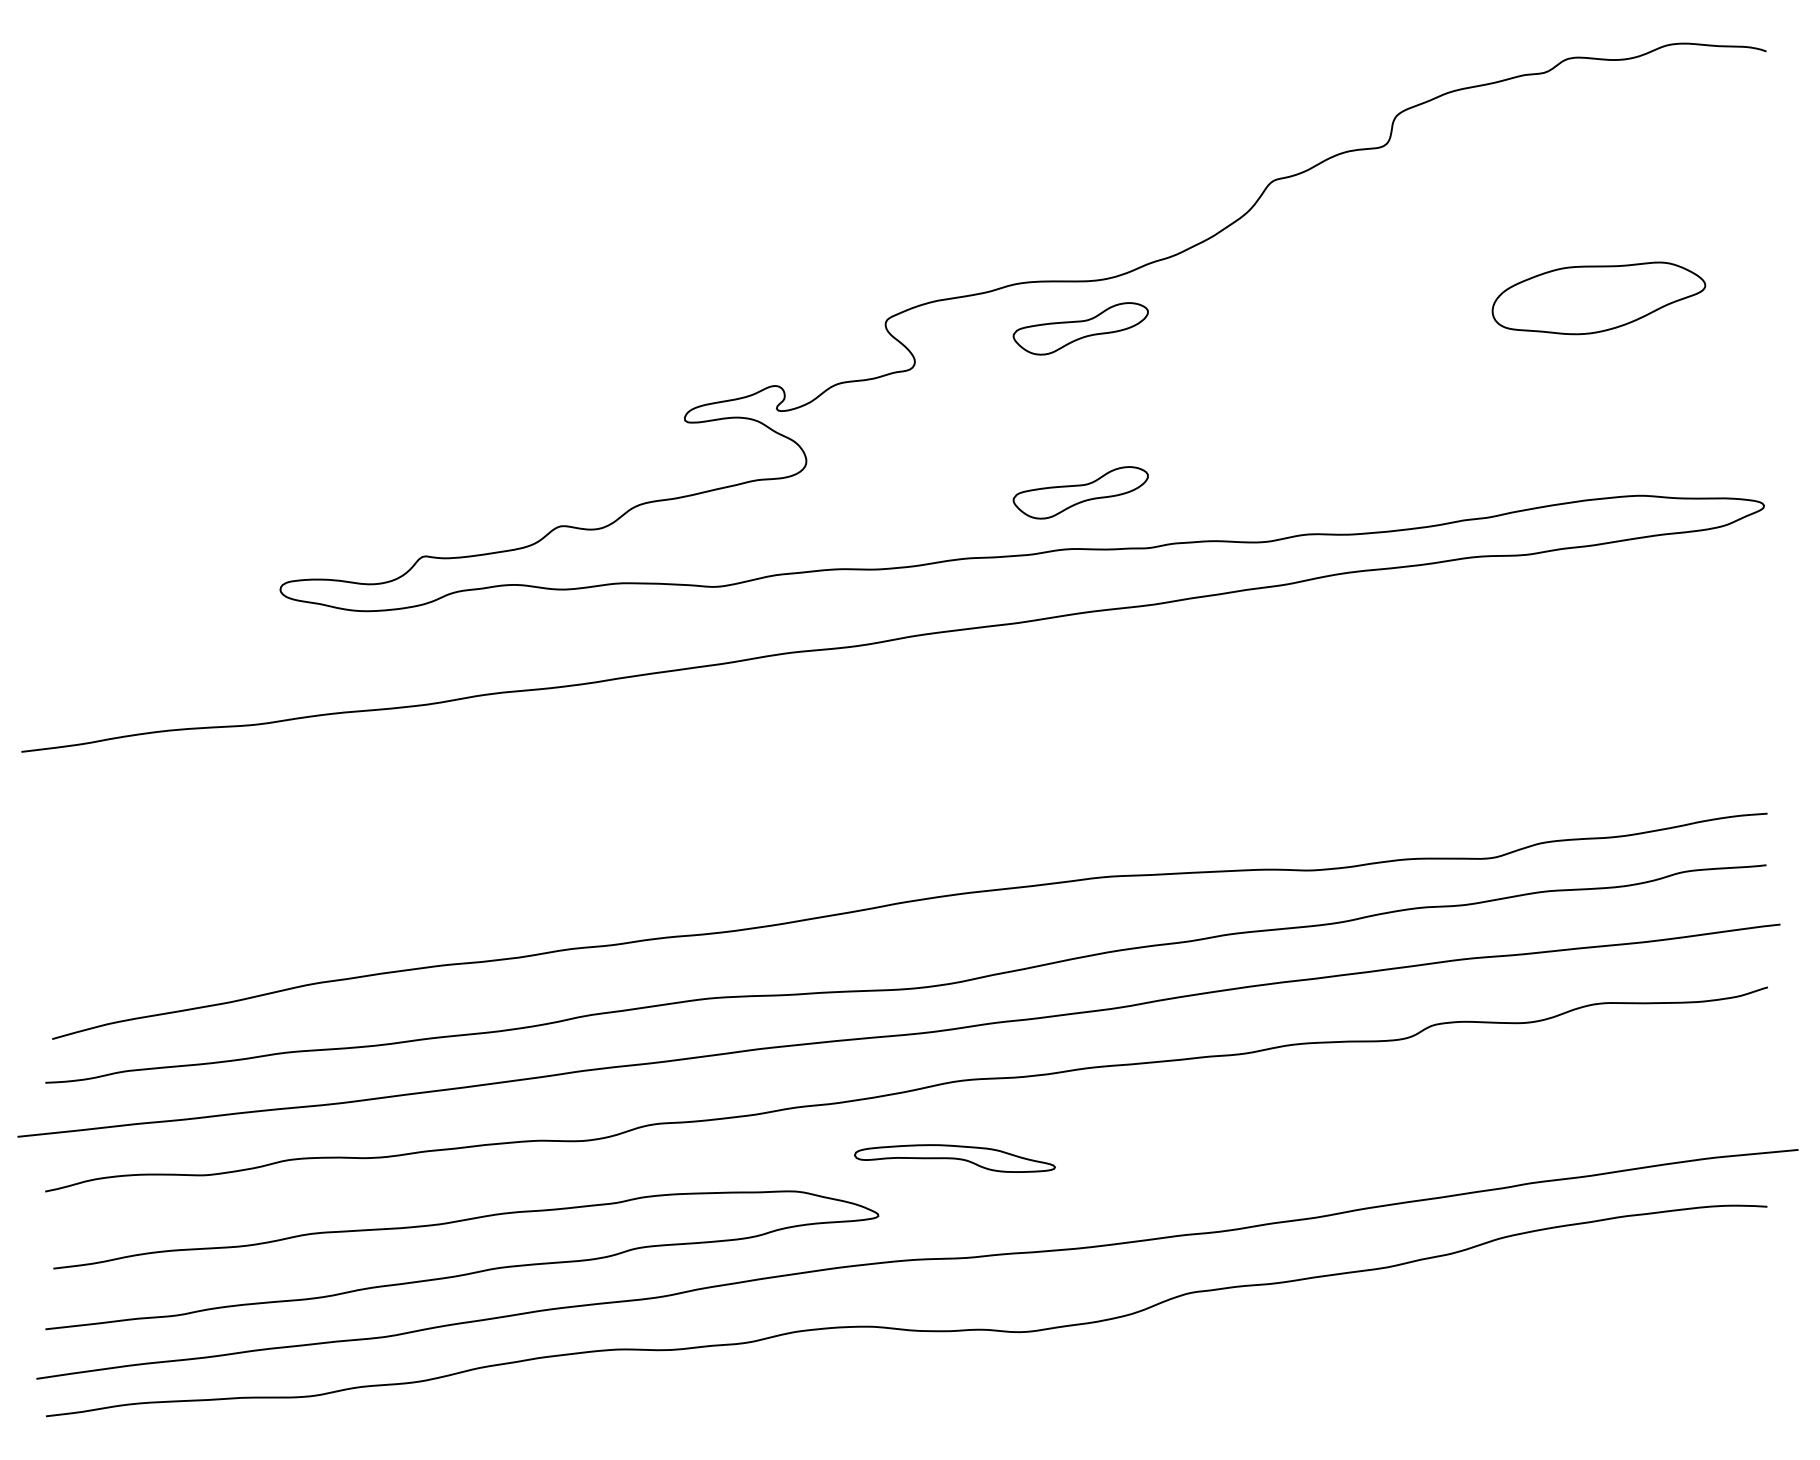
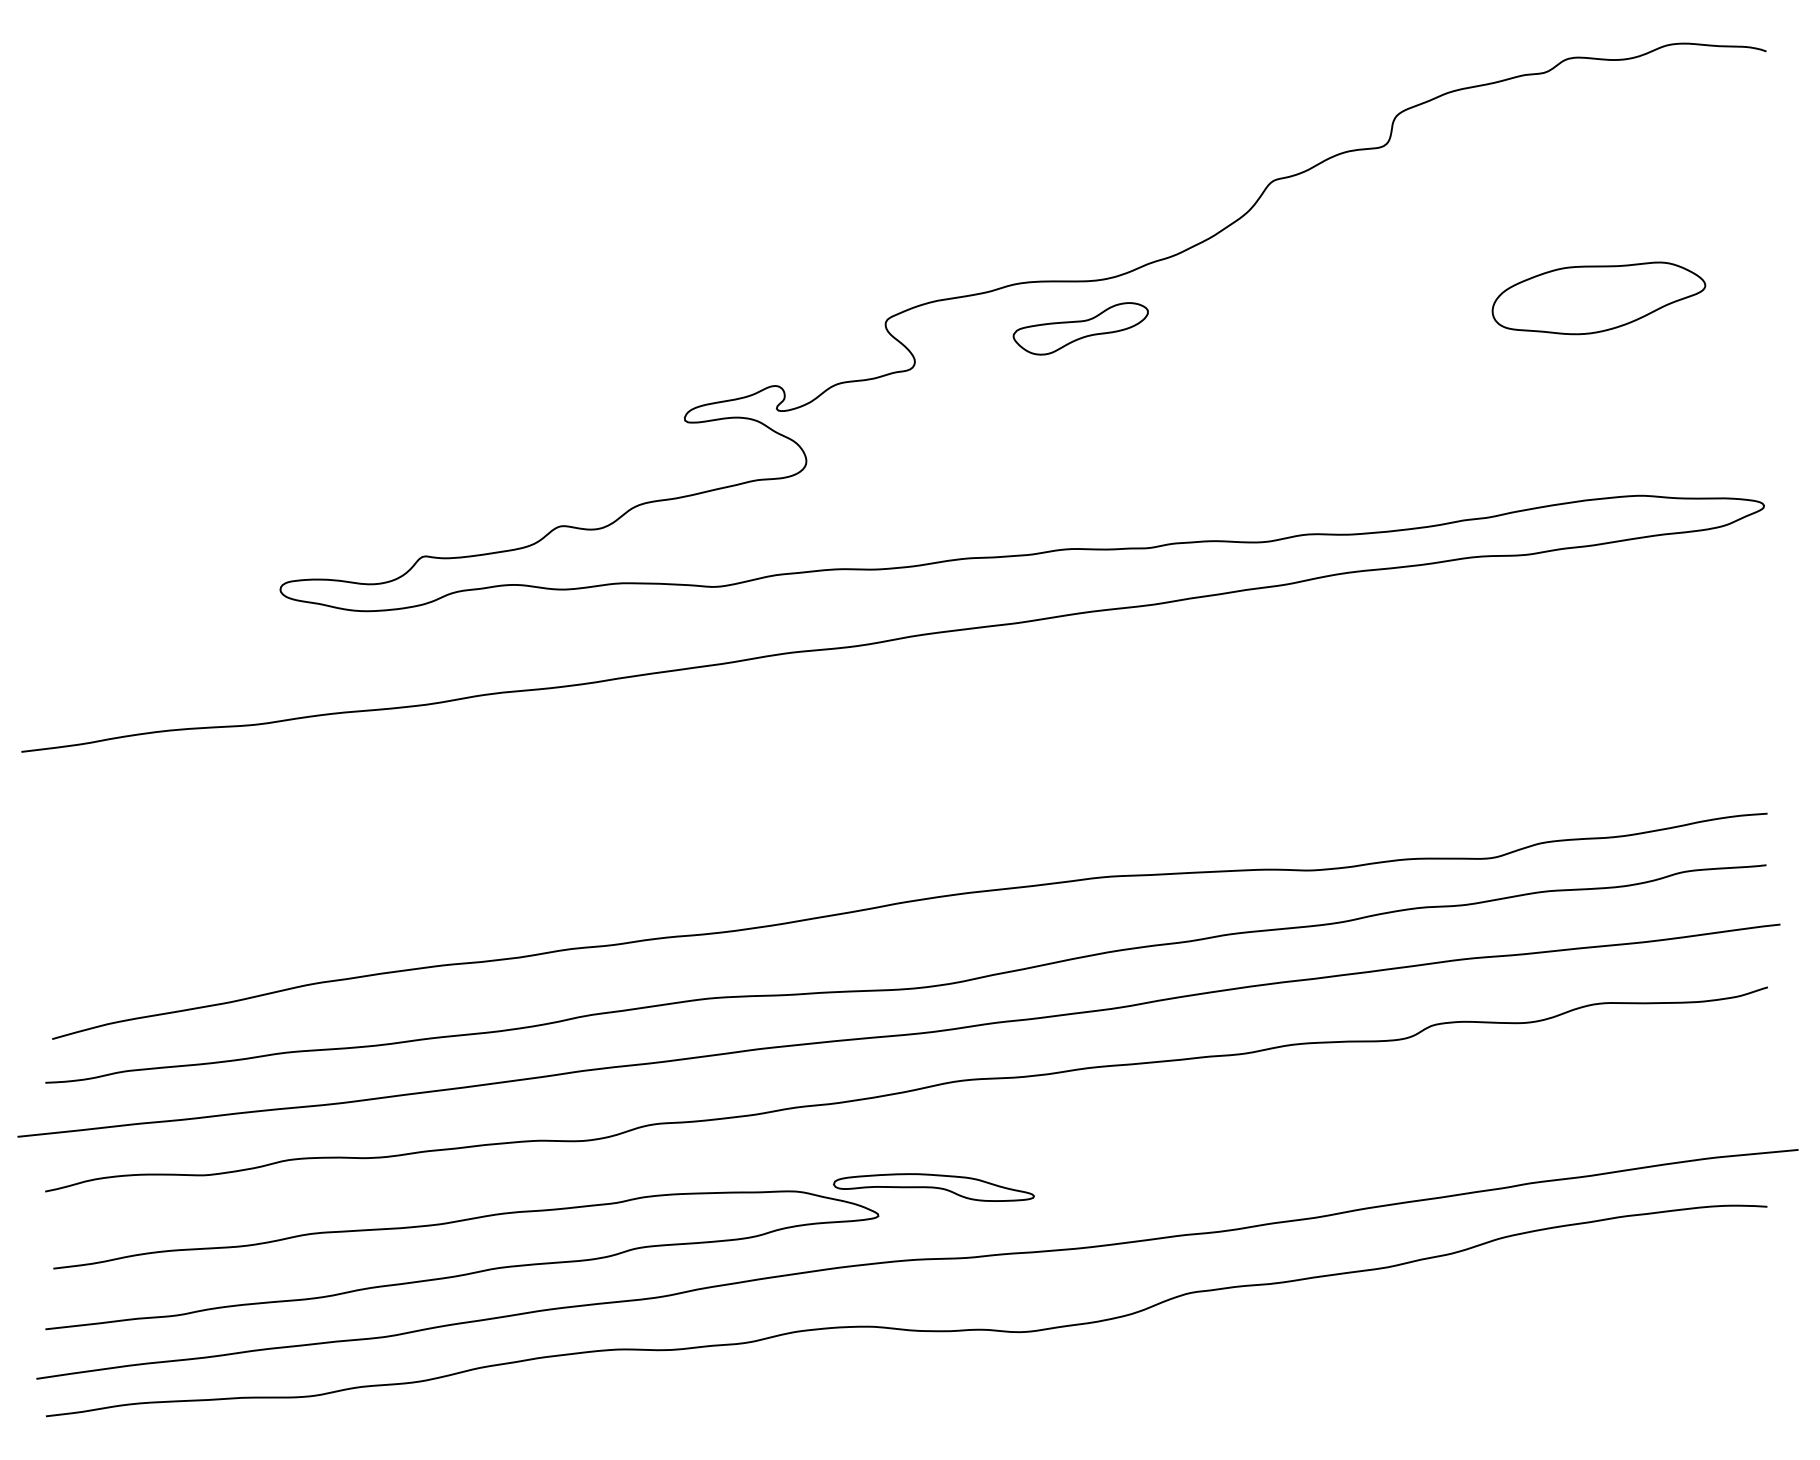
part at (1080, 492): present -> none
part at (954, 1158) position: (954, 1158) -> (933, 1187)
